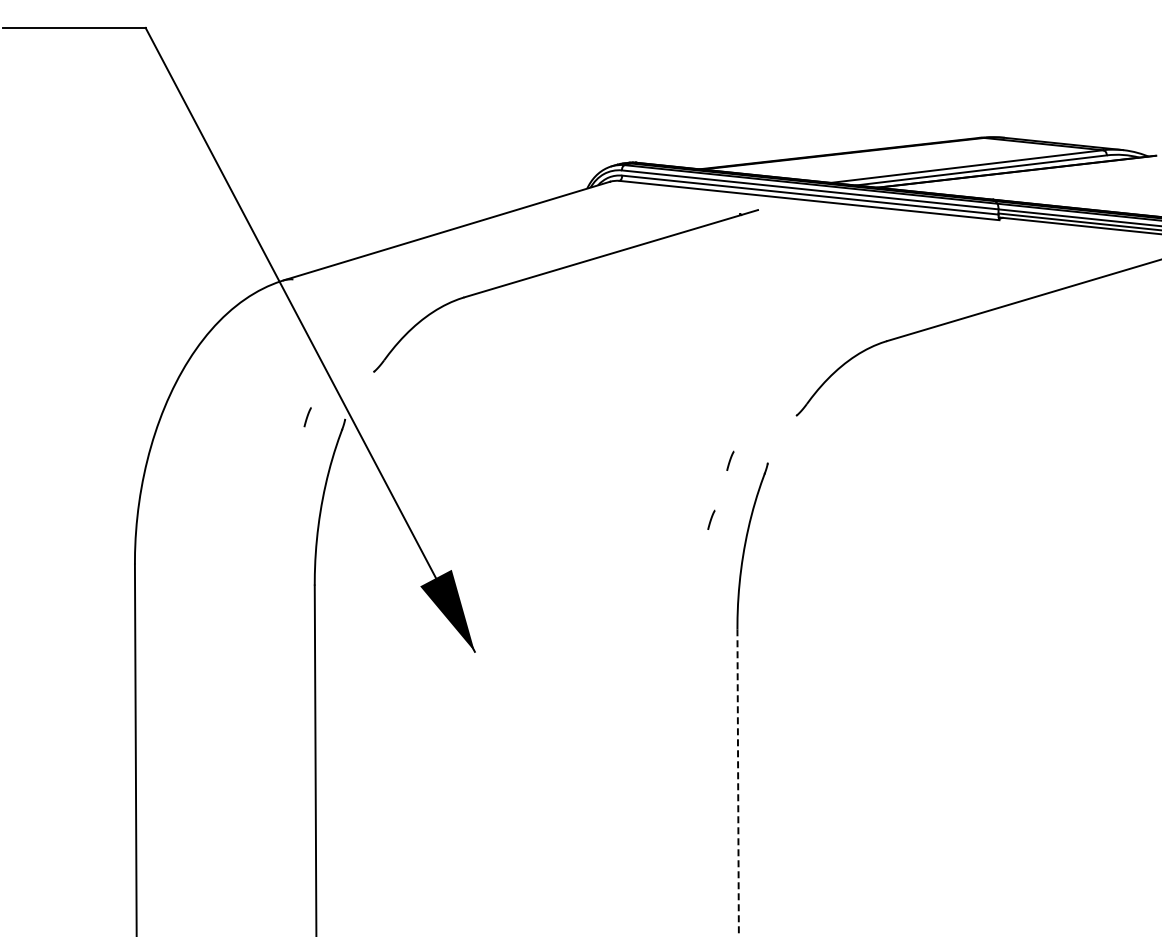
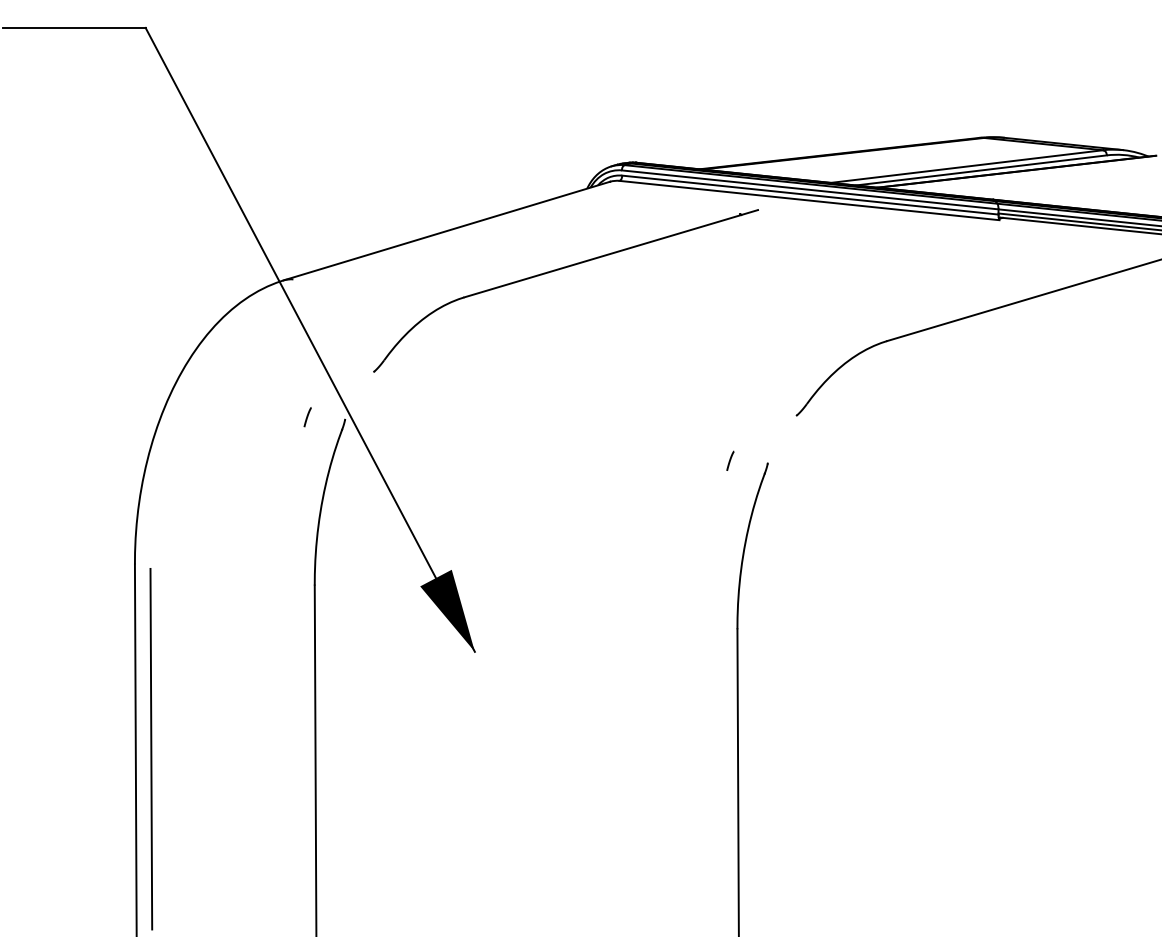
line at (711, 519): present -> none
line at (151, 748): none -> present
line at (738, 783): dashed -> solid
